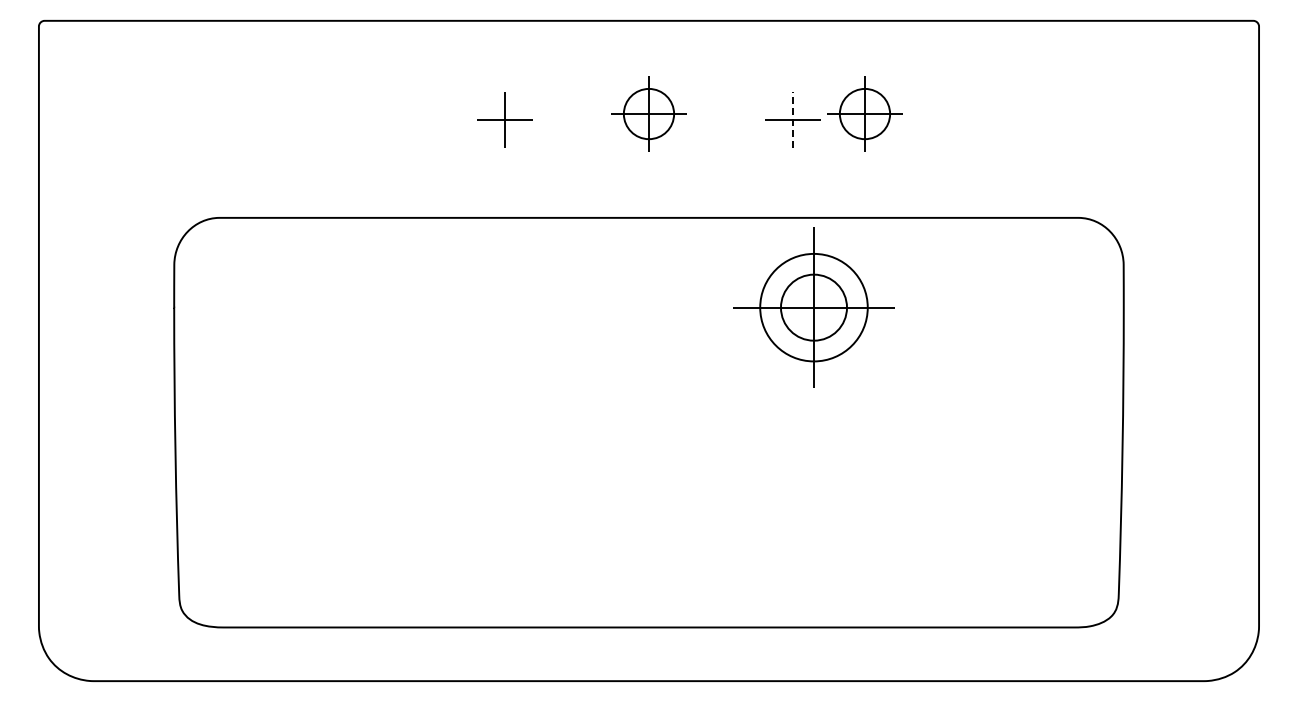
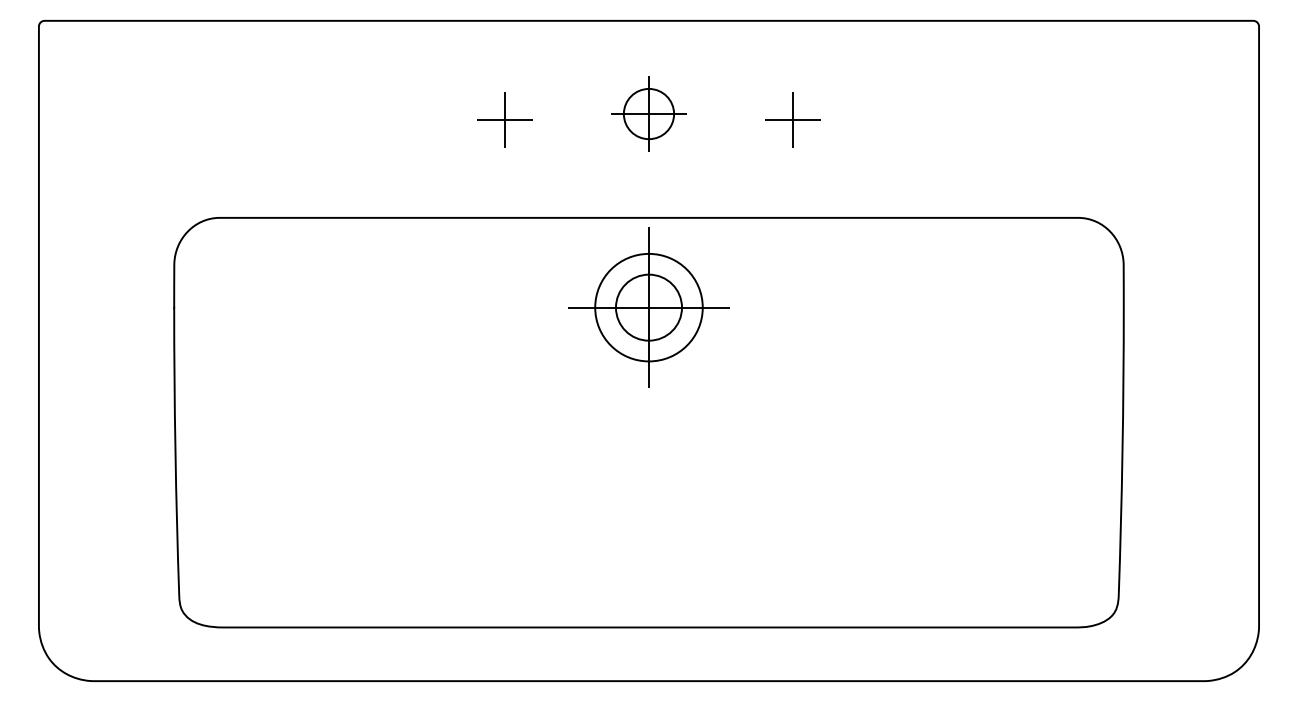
part at (864, 113): present -> none
line at (792, 119): dashed -> solid
part at (813, 307) position: (813, 307) -> (648, 307)
